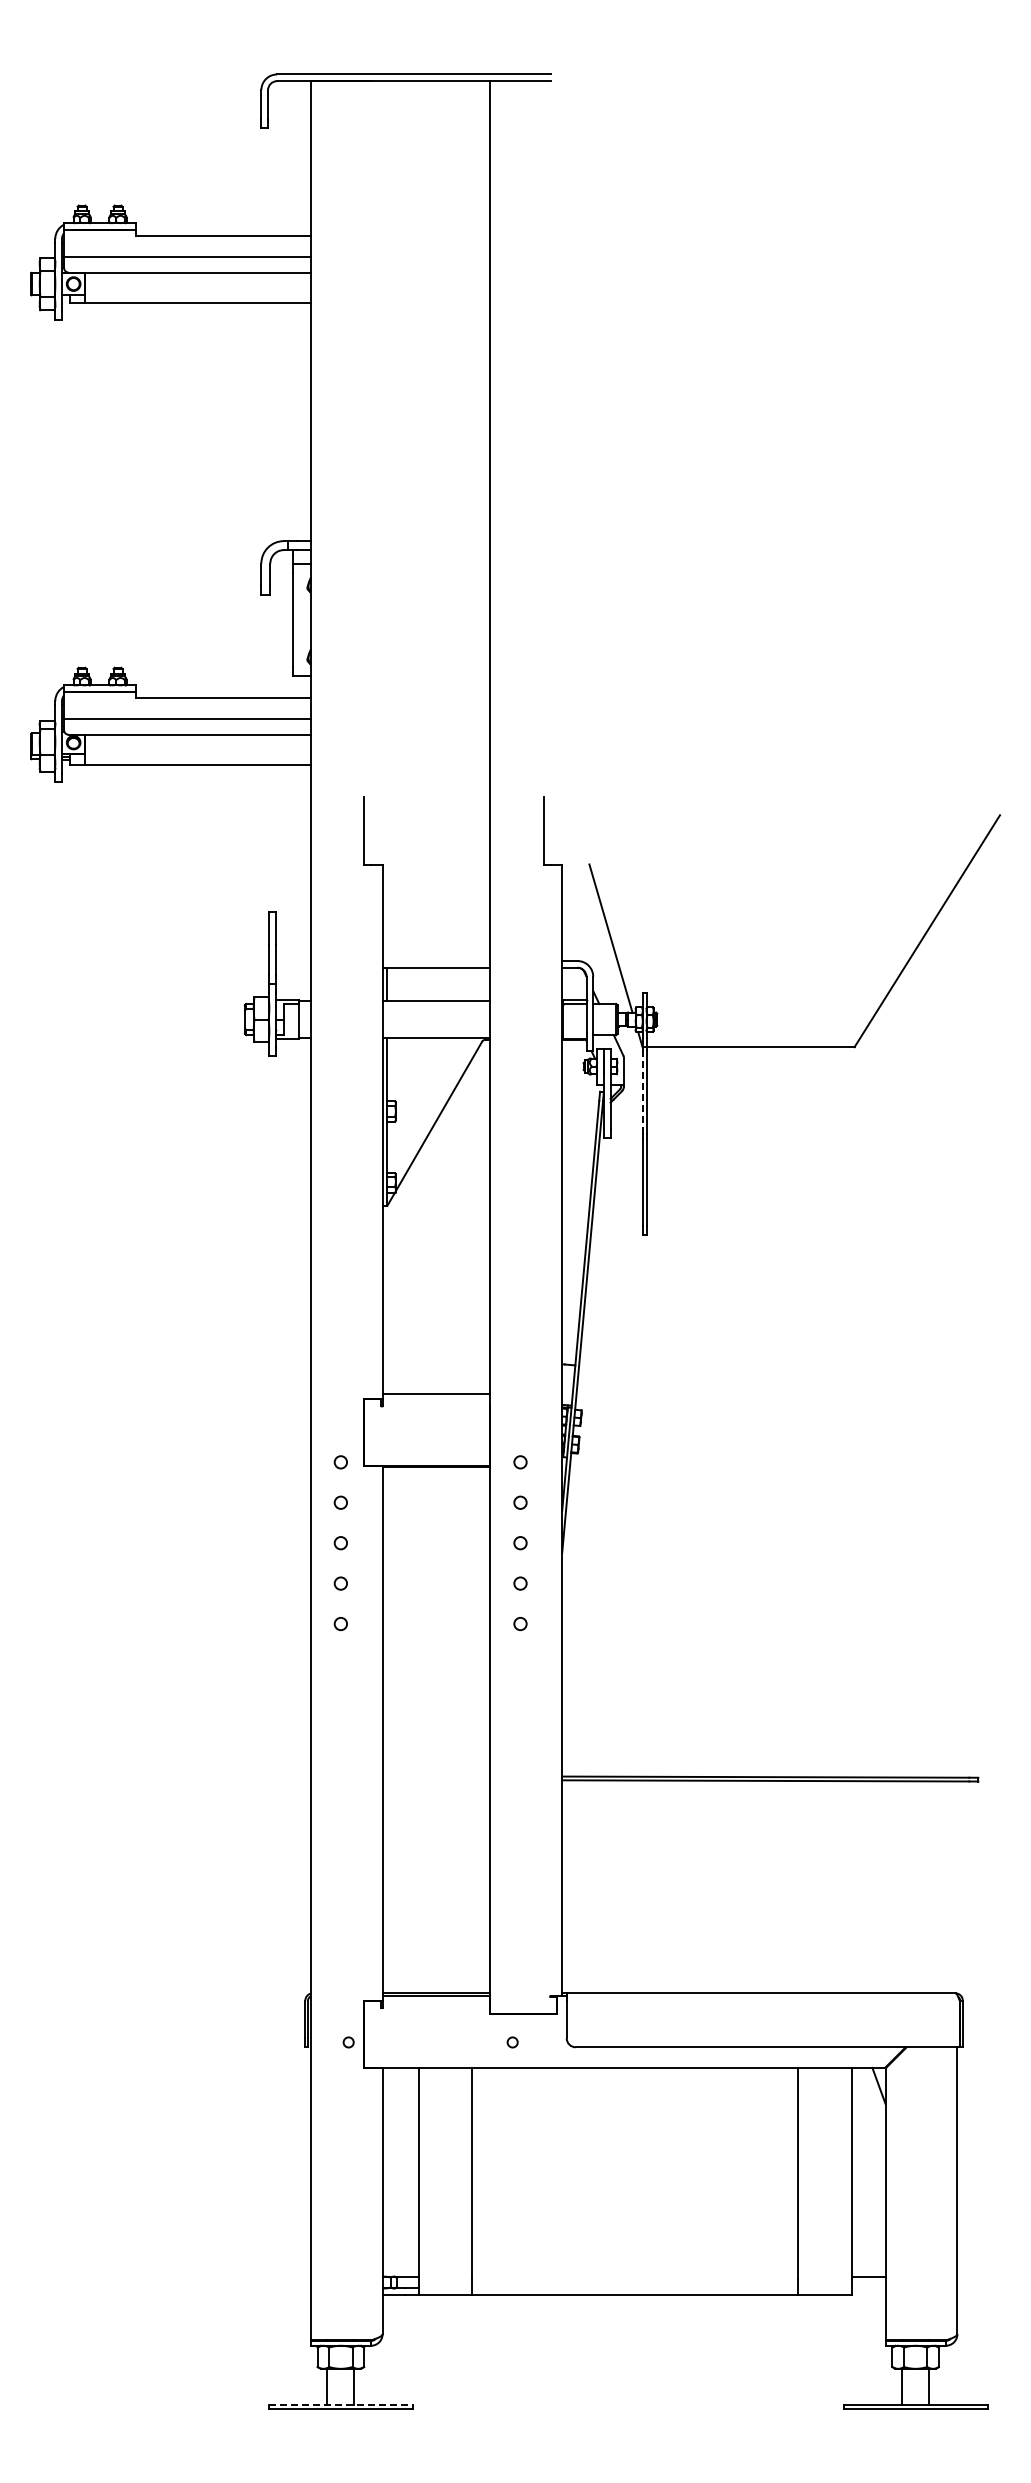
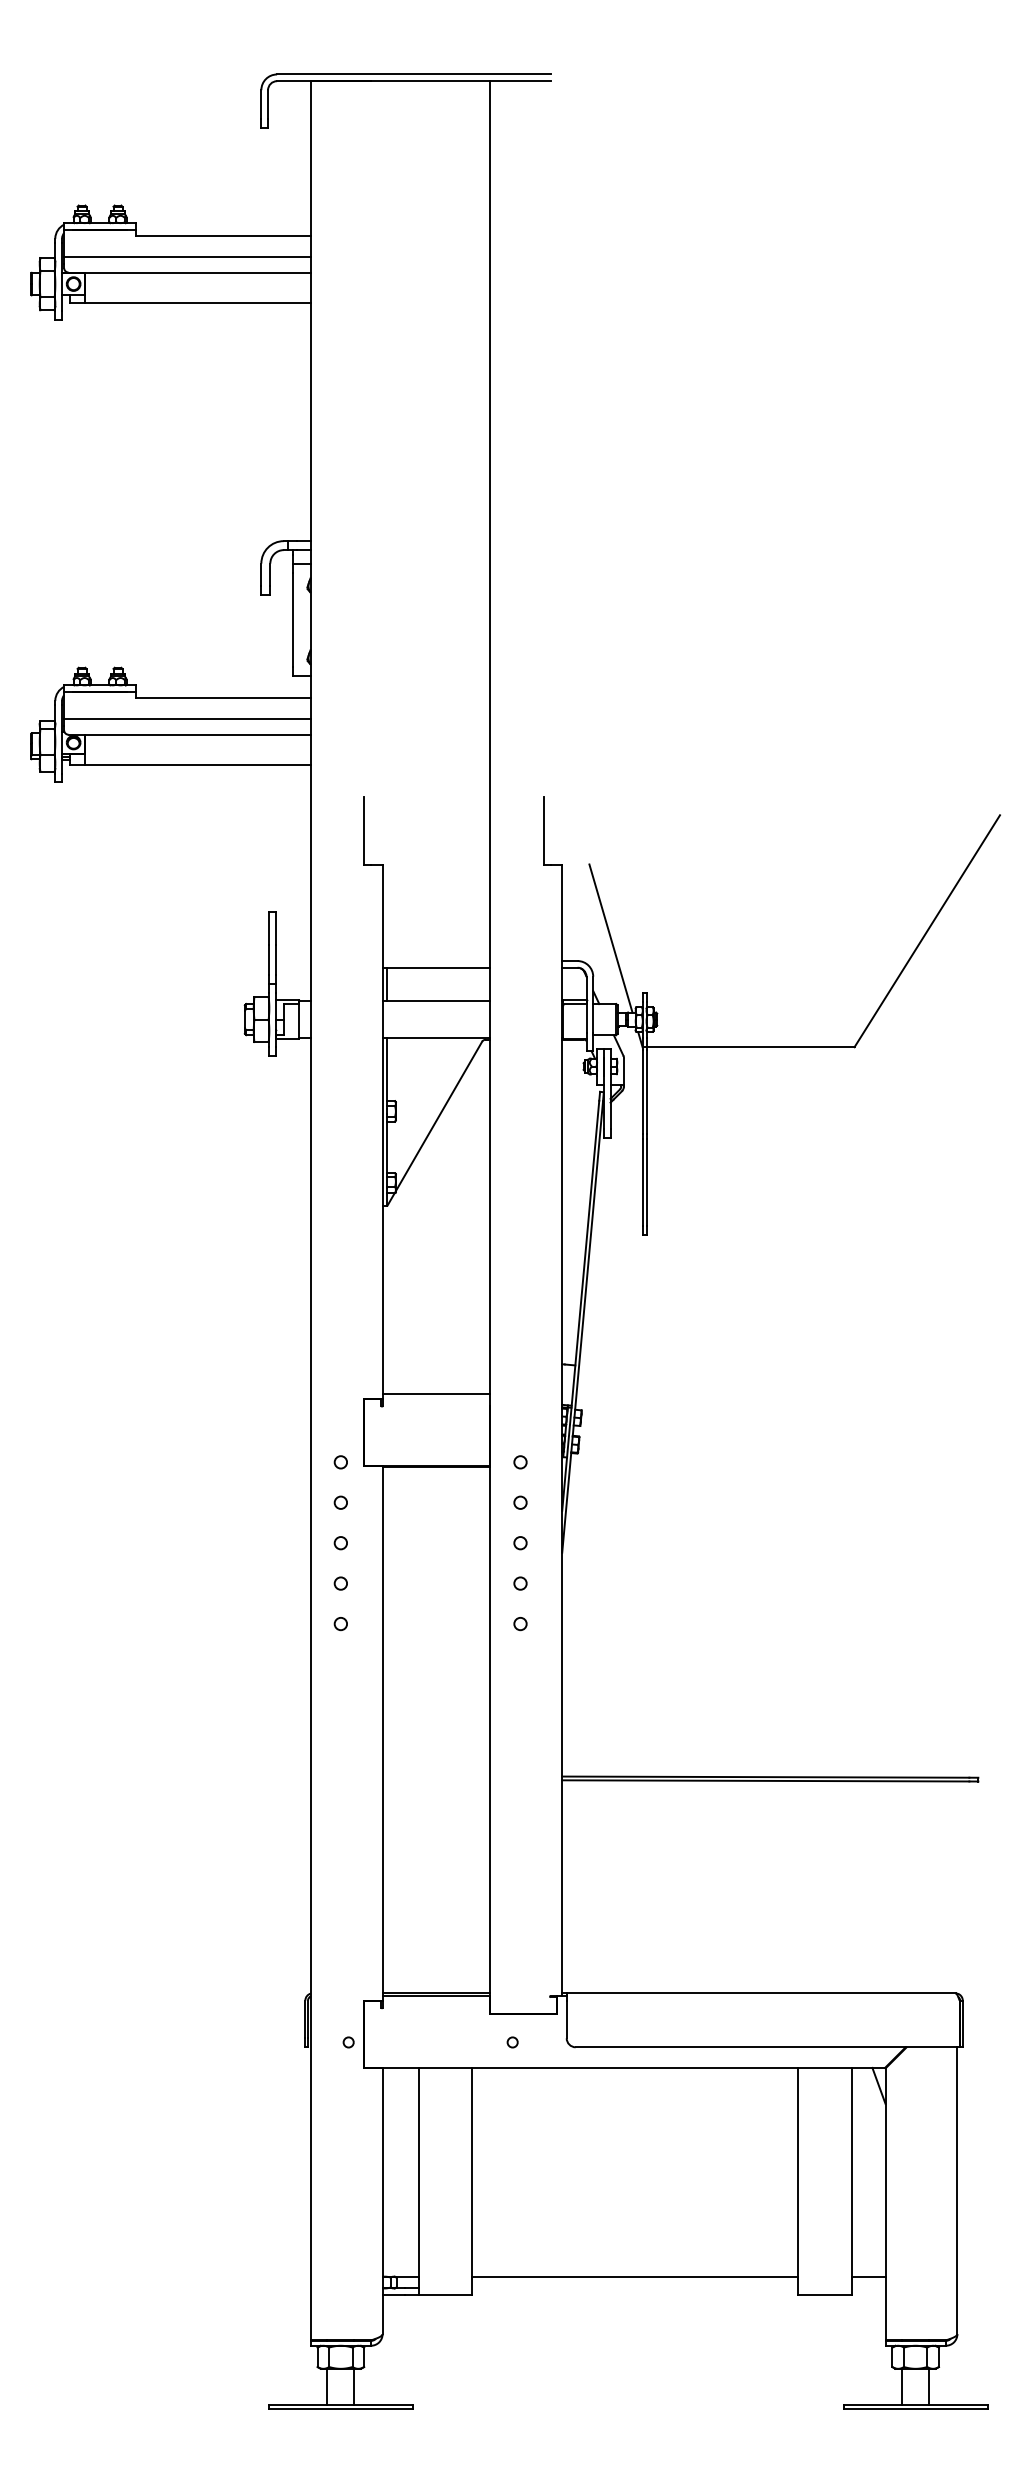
line at (642, 1092): dashed -> solid
line at (634, 2294) position: (634, 2294) -> (634, 2276)
line at (340, 2404): dashed -> solid
